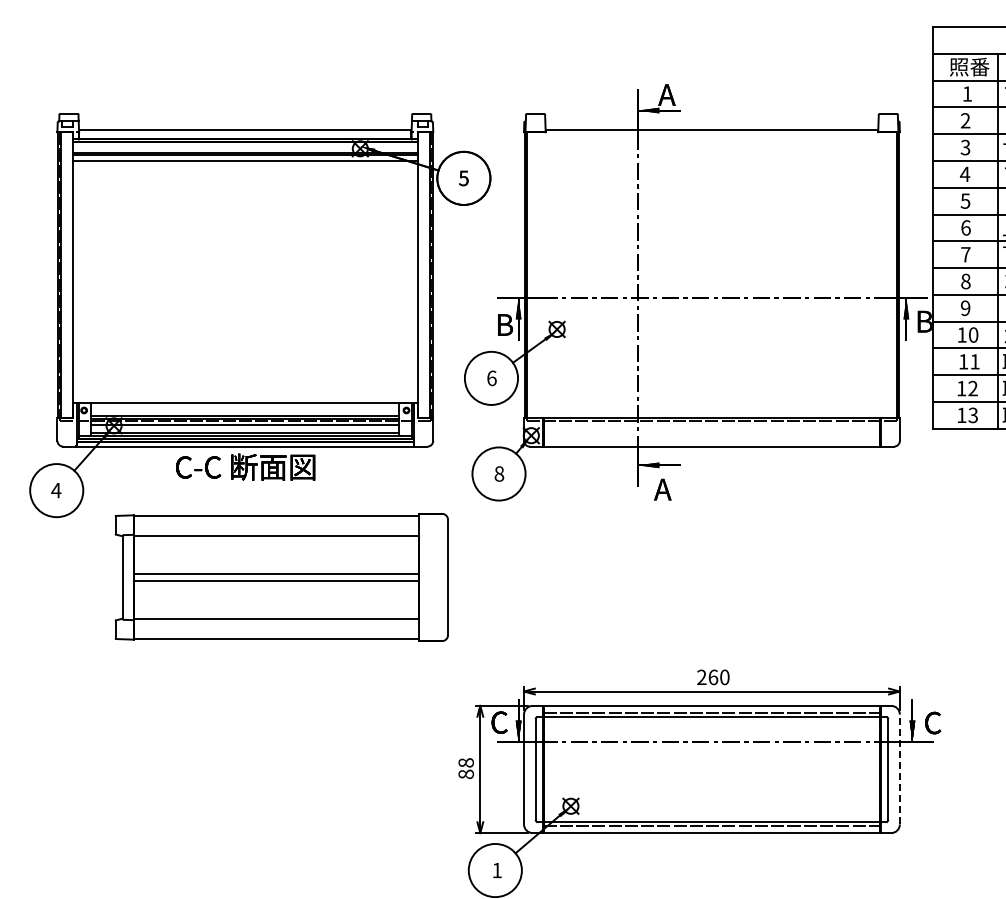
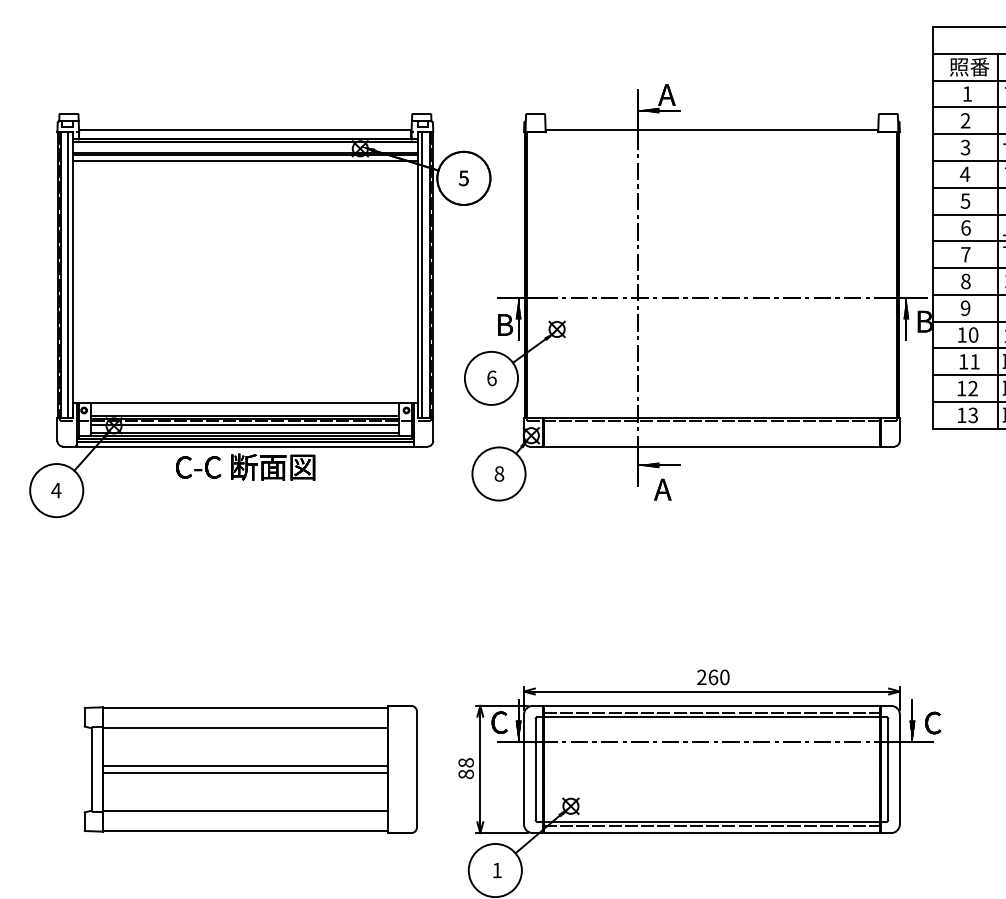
line at (68, 274): none -> present
line at (422, 274): none -> present
part at (281, 577) position: (281, 577) -> (250, 769)
line at (899, 769): dashed -> solid
